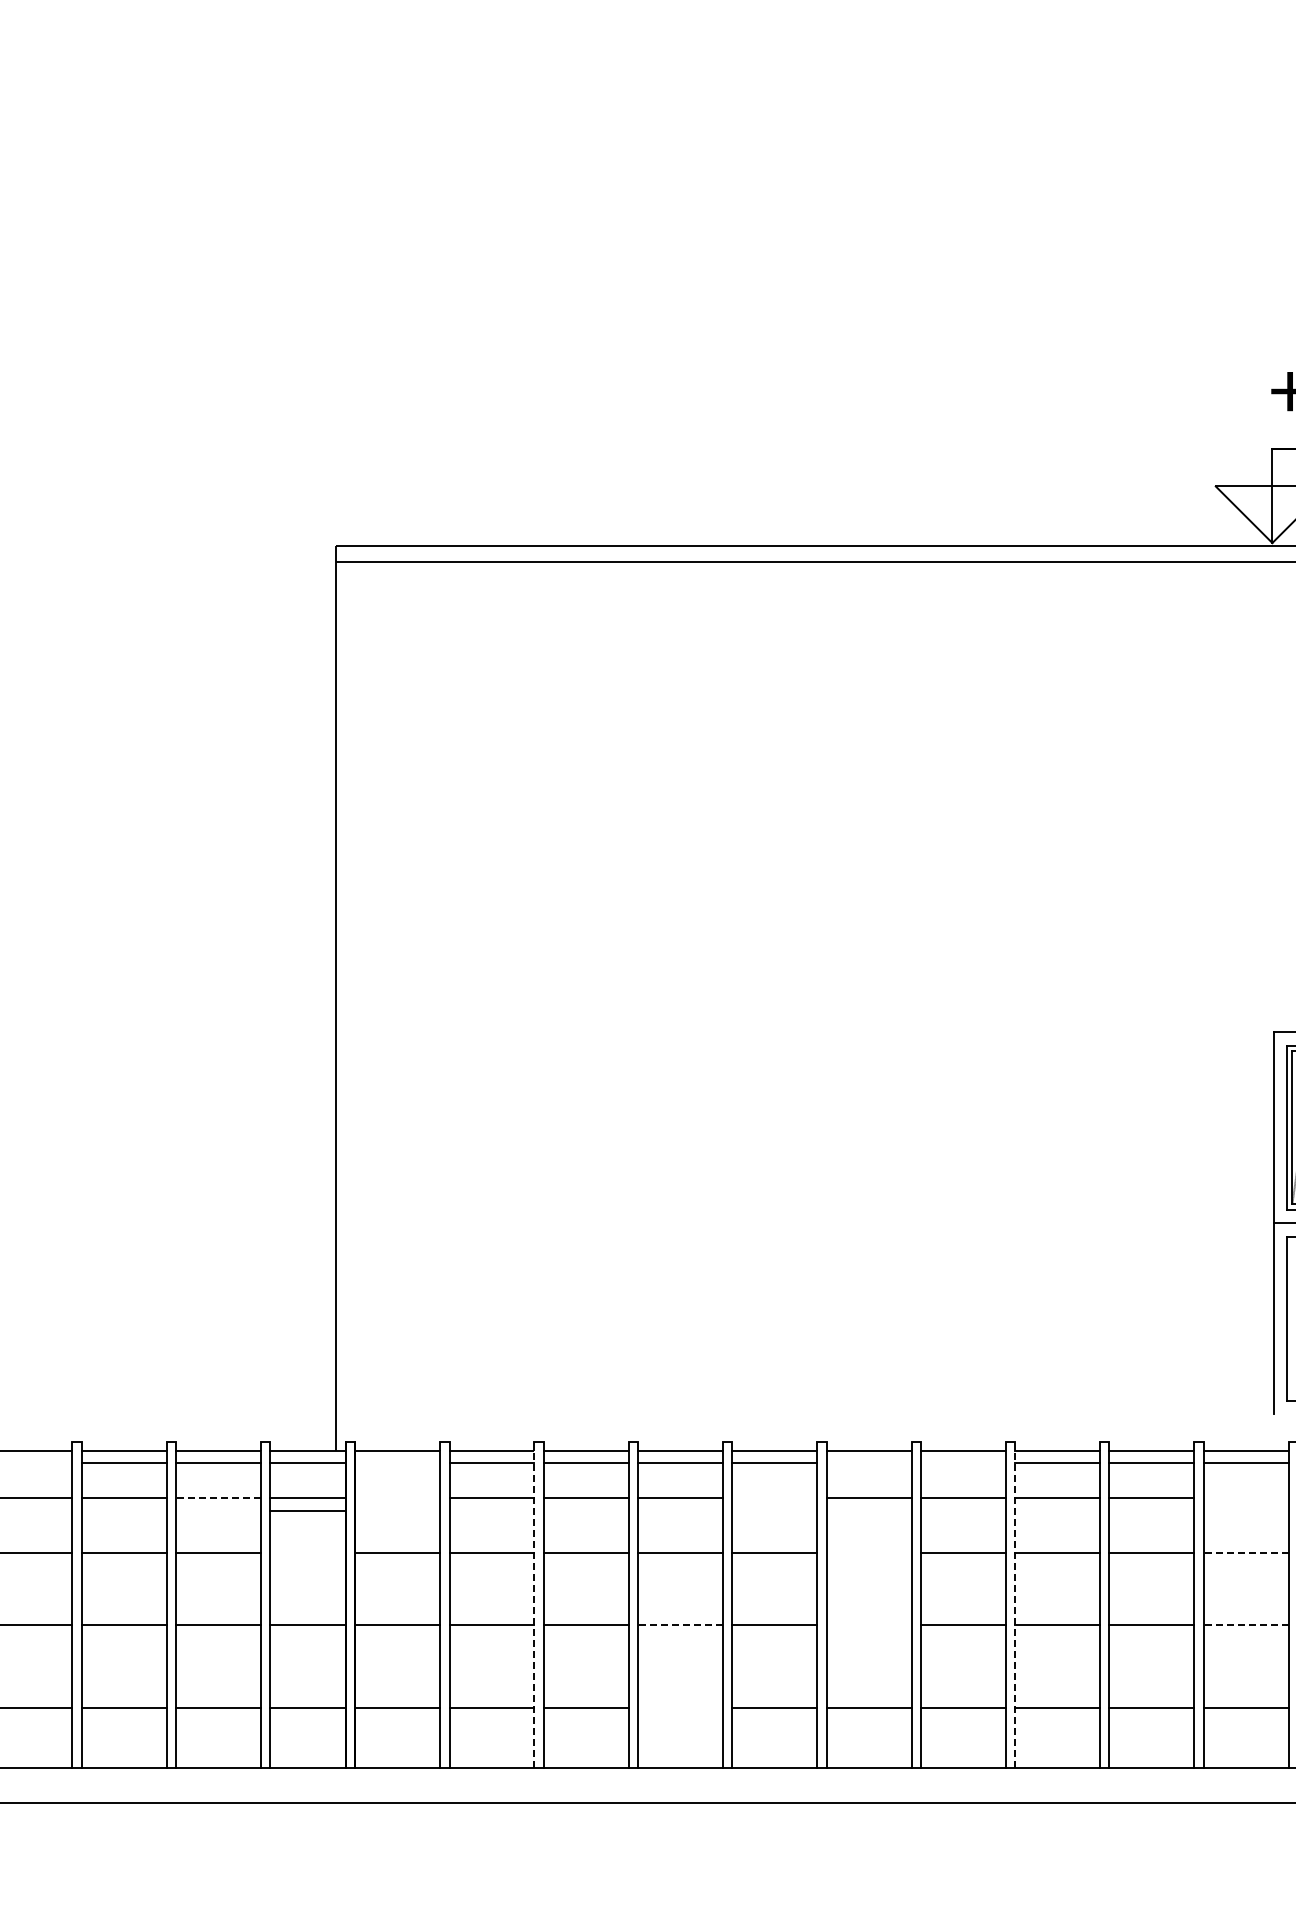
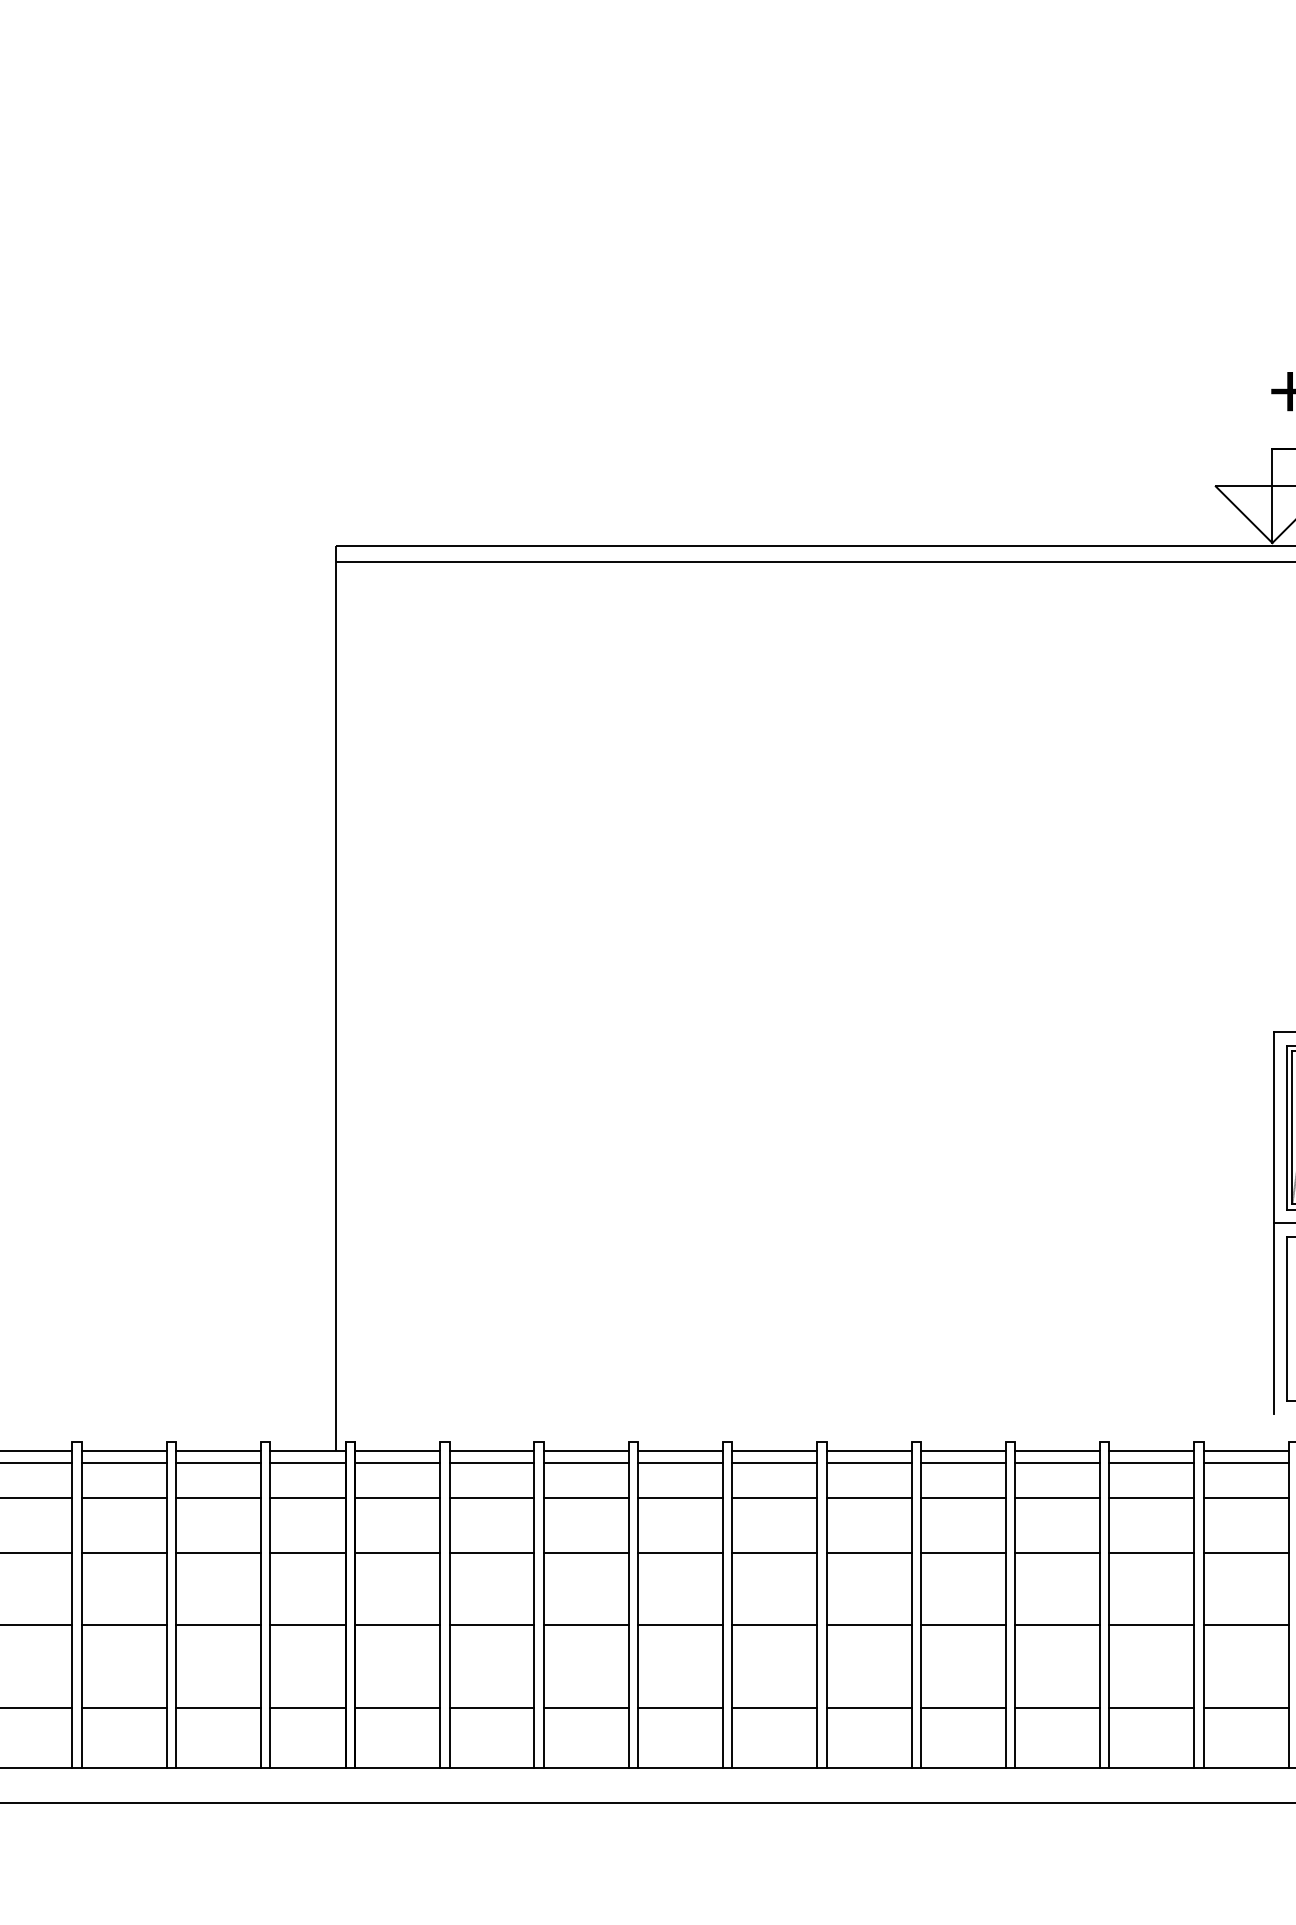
line at (37, 1463): none -> present
line at (397, 1463): none -> present
line at (868, 1463): none -> present
line at (962, 1463): none -> present
line at (218, 1497): dashed -> solid
line at (397, 1497): none -> present
line at (774, 1497): none -> present
line at (1245, 1497): none -> present
line at (307, 1510) position: (307, 1510) -> (307, 1552)
line at (868, 1552): none -> present
line at (1245, 1552): dashed -> solid
line at (534, 1609): dashed -> solid
line at (1015, 1609): dashed -> solid
line at (680, 1624): dashed -> solid
line at (868, 1624): none -> present
line at (1245, 1624): dashed -> solid
line at (680, 1708): none -> present
